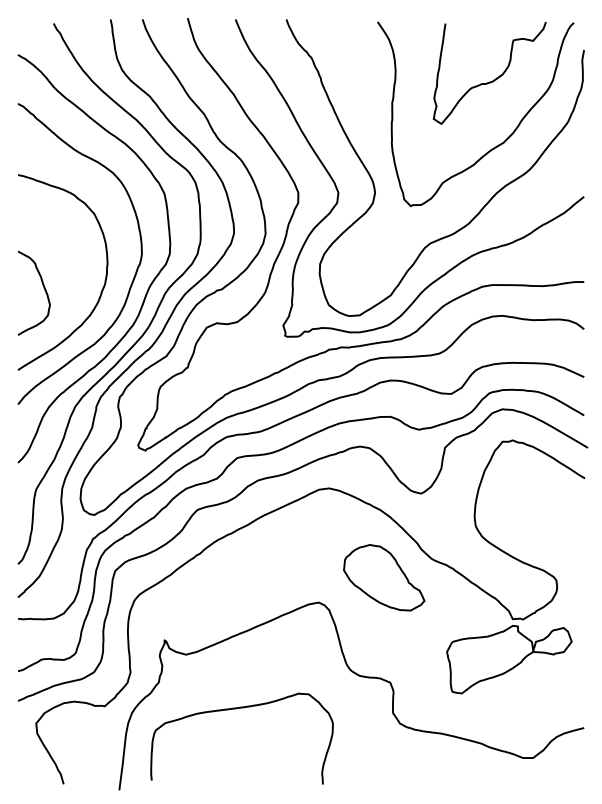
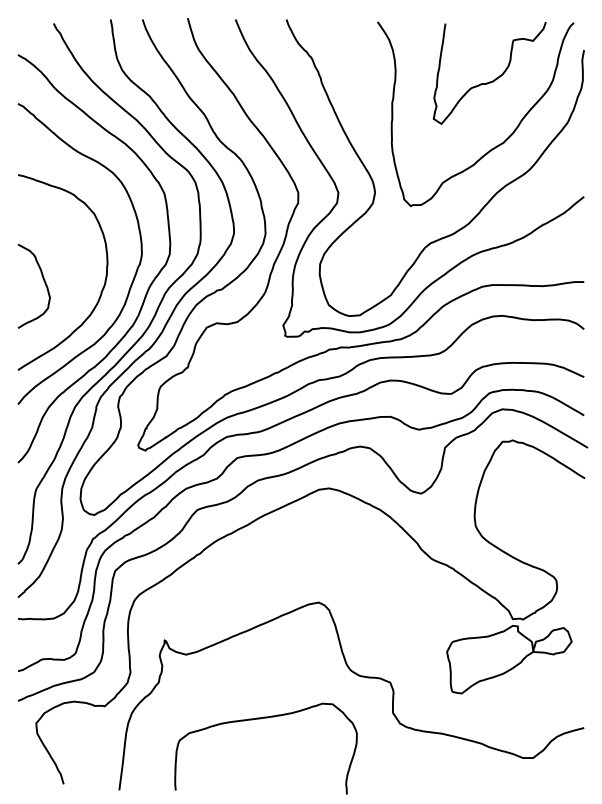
curve at (43, 288) position: (43, 288) -> (43, 281)
part at (384, 577): present -> none
curve at (236, 709) position: (236, 709) -> (260, 719)
